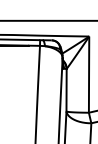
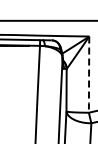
line at (89, 74): solid -> dashed
